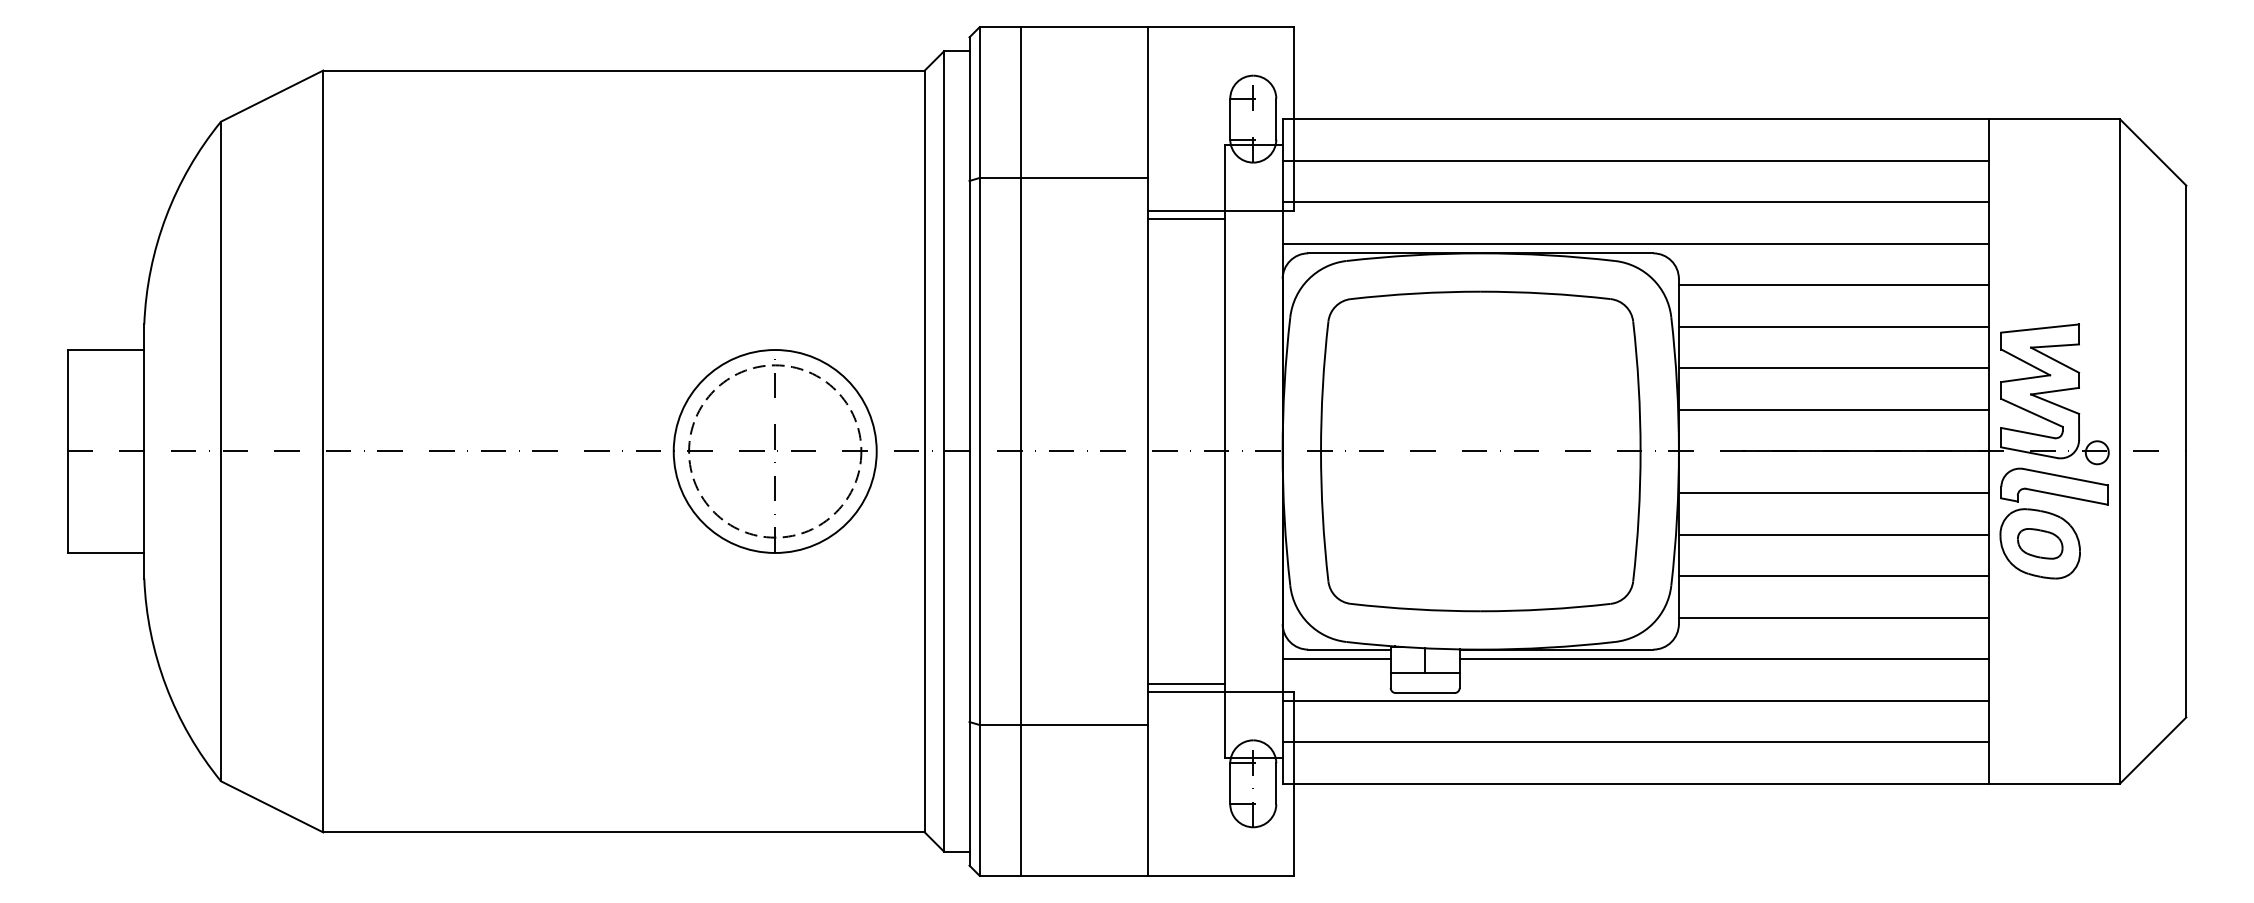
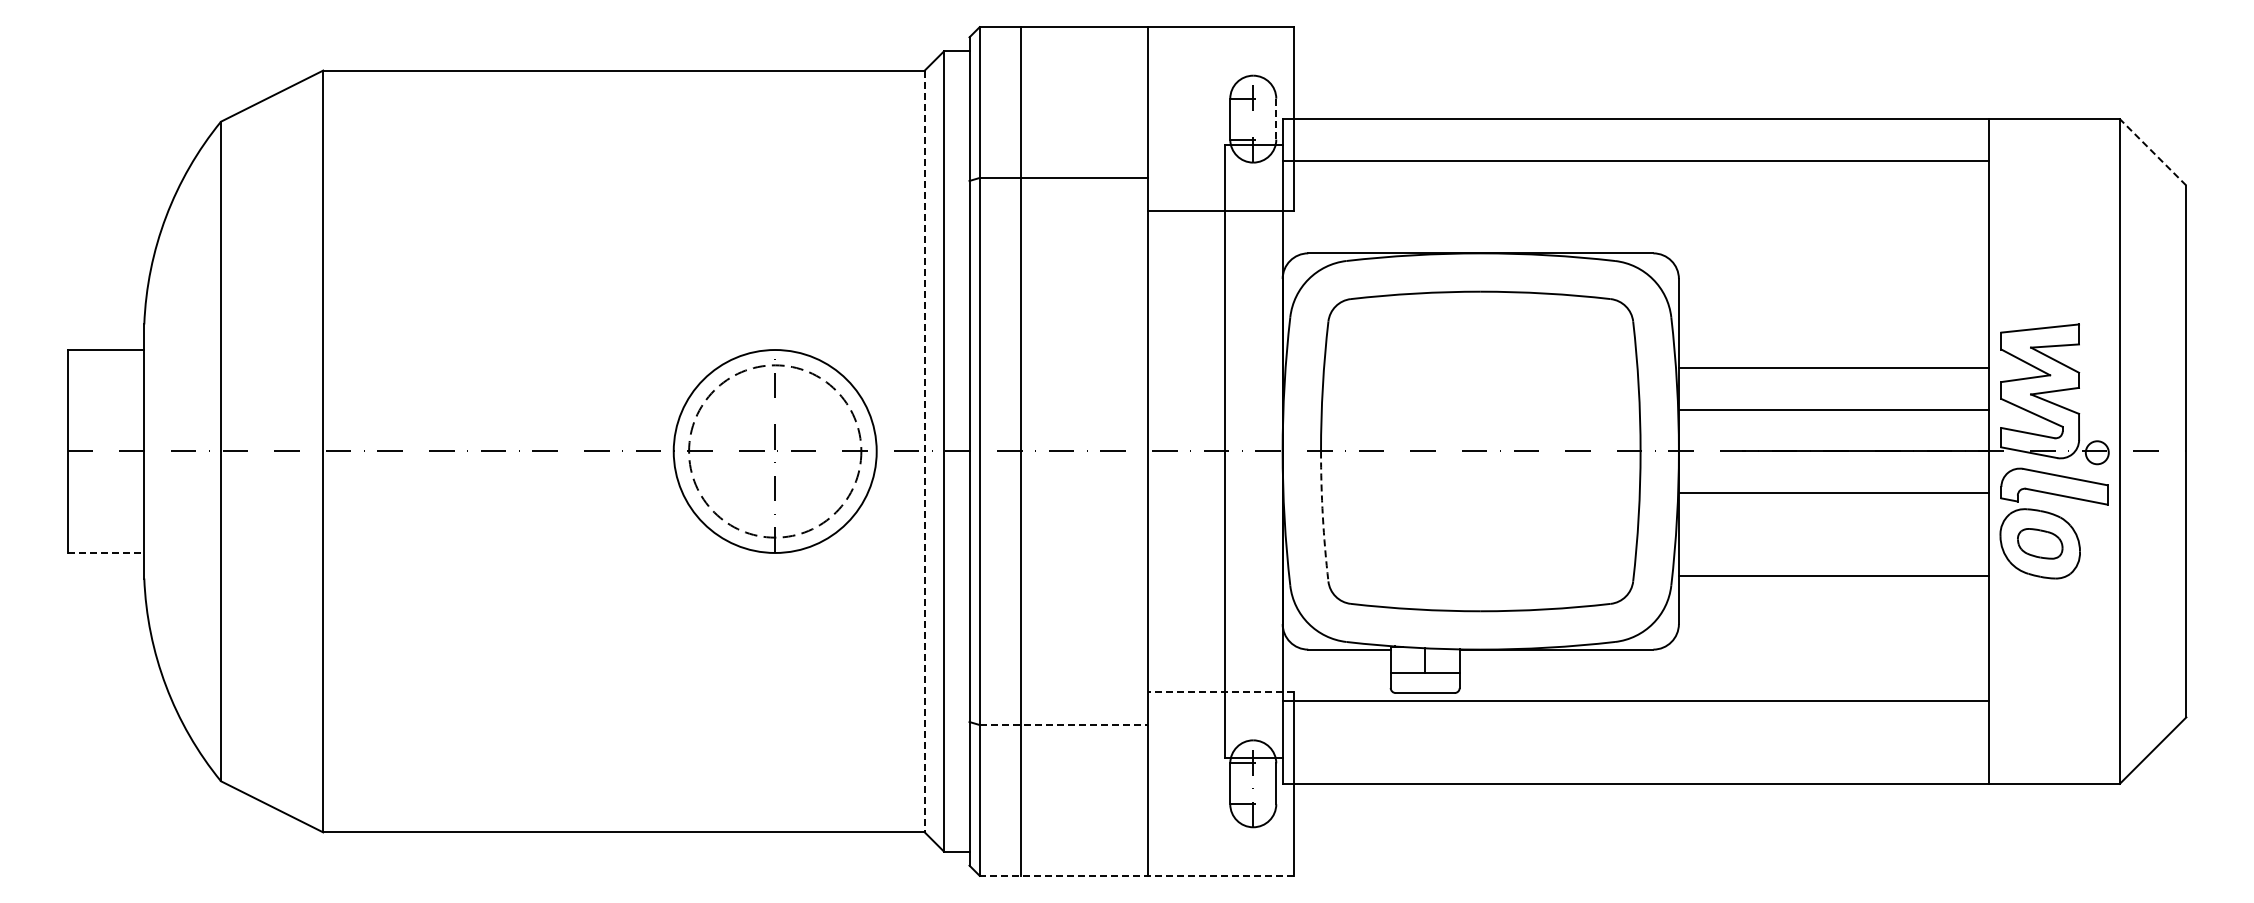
line at (1276, 119): solid -> dashed
line at (2153, 152): solid -> dashed
line at (1635, 202): present -> none
line at (1186, 218): present -> none
line at (1635, 243): present -> none
line at (1833, 285): present -> none
line at (1833, 326): present -> none
line at (924, 451): solid -> dashed
arc at (1322, 516): solid -> dashed
line at (1833, 534): present -> none
line at (106, 552): solid -> dashed
line at (1833, 617): present -> none
line at (1336, 659): present -> none
line at (1724, 659): present -> none
line at (1186, 684): present -> none
line at (1221, 691): solid -> dashed
line at (1064, 725): solid -> dashed
line at (1635, 742): present -> none
line at (1136, 875): solid -> dashed
